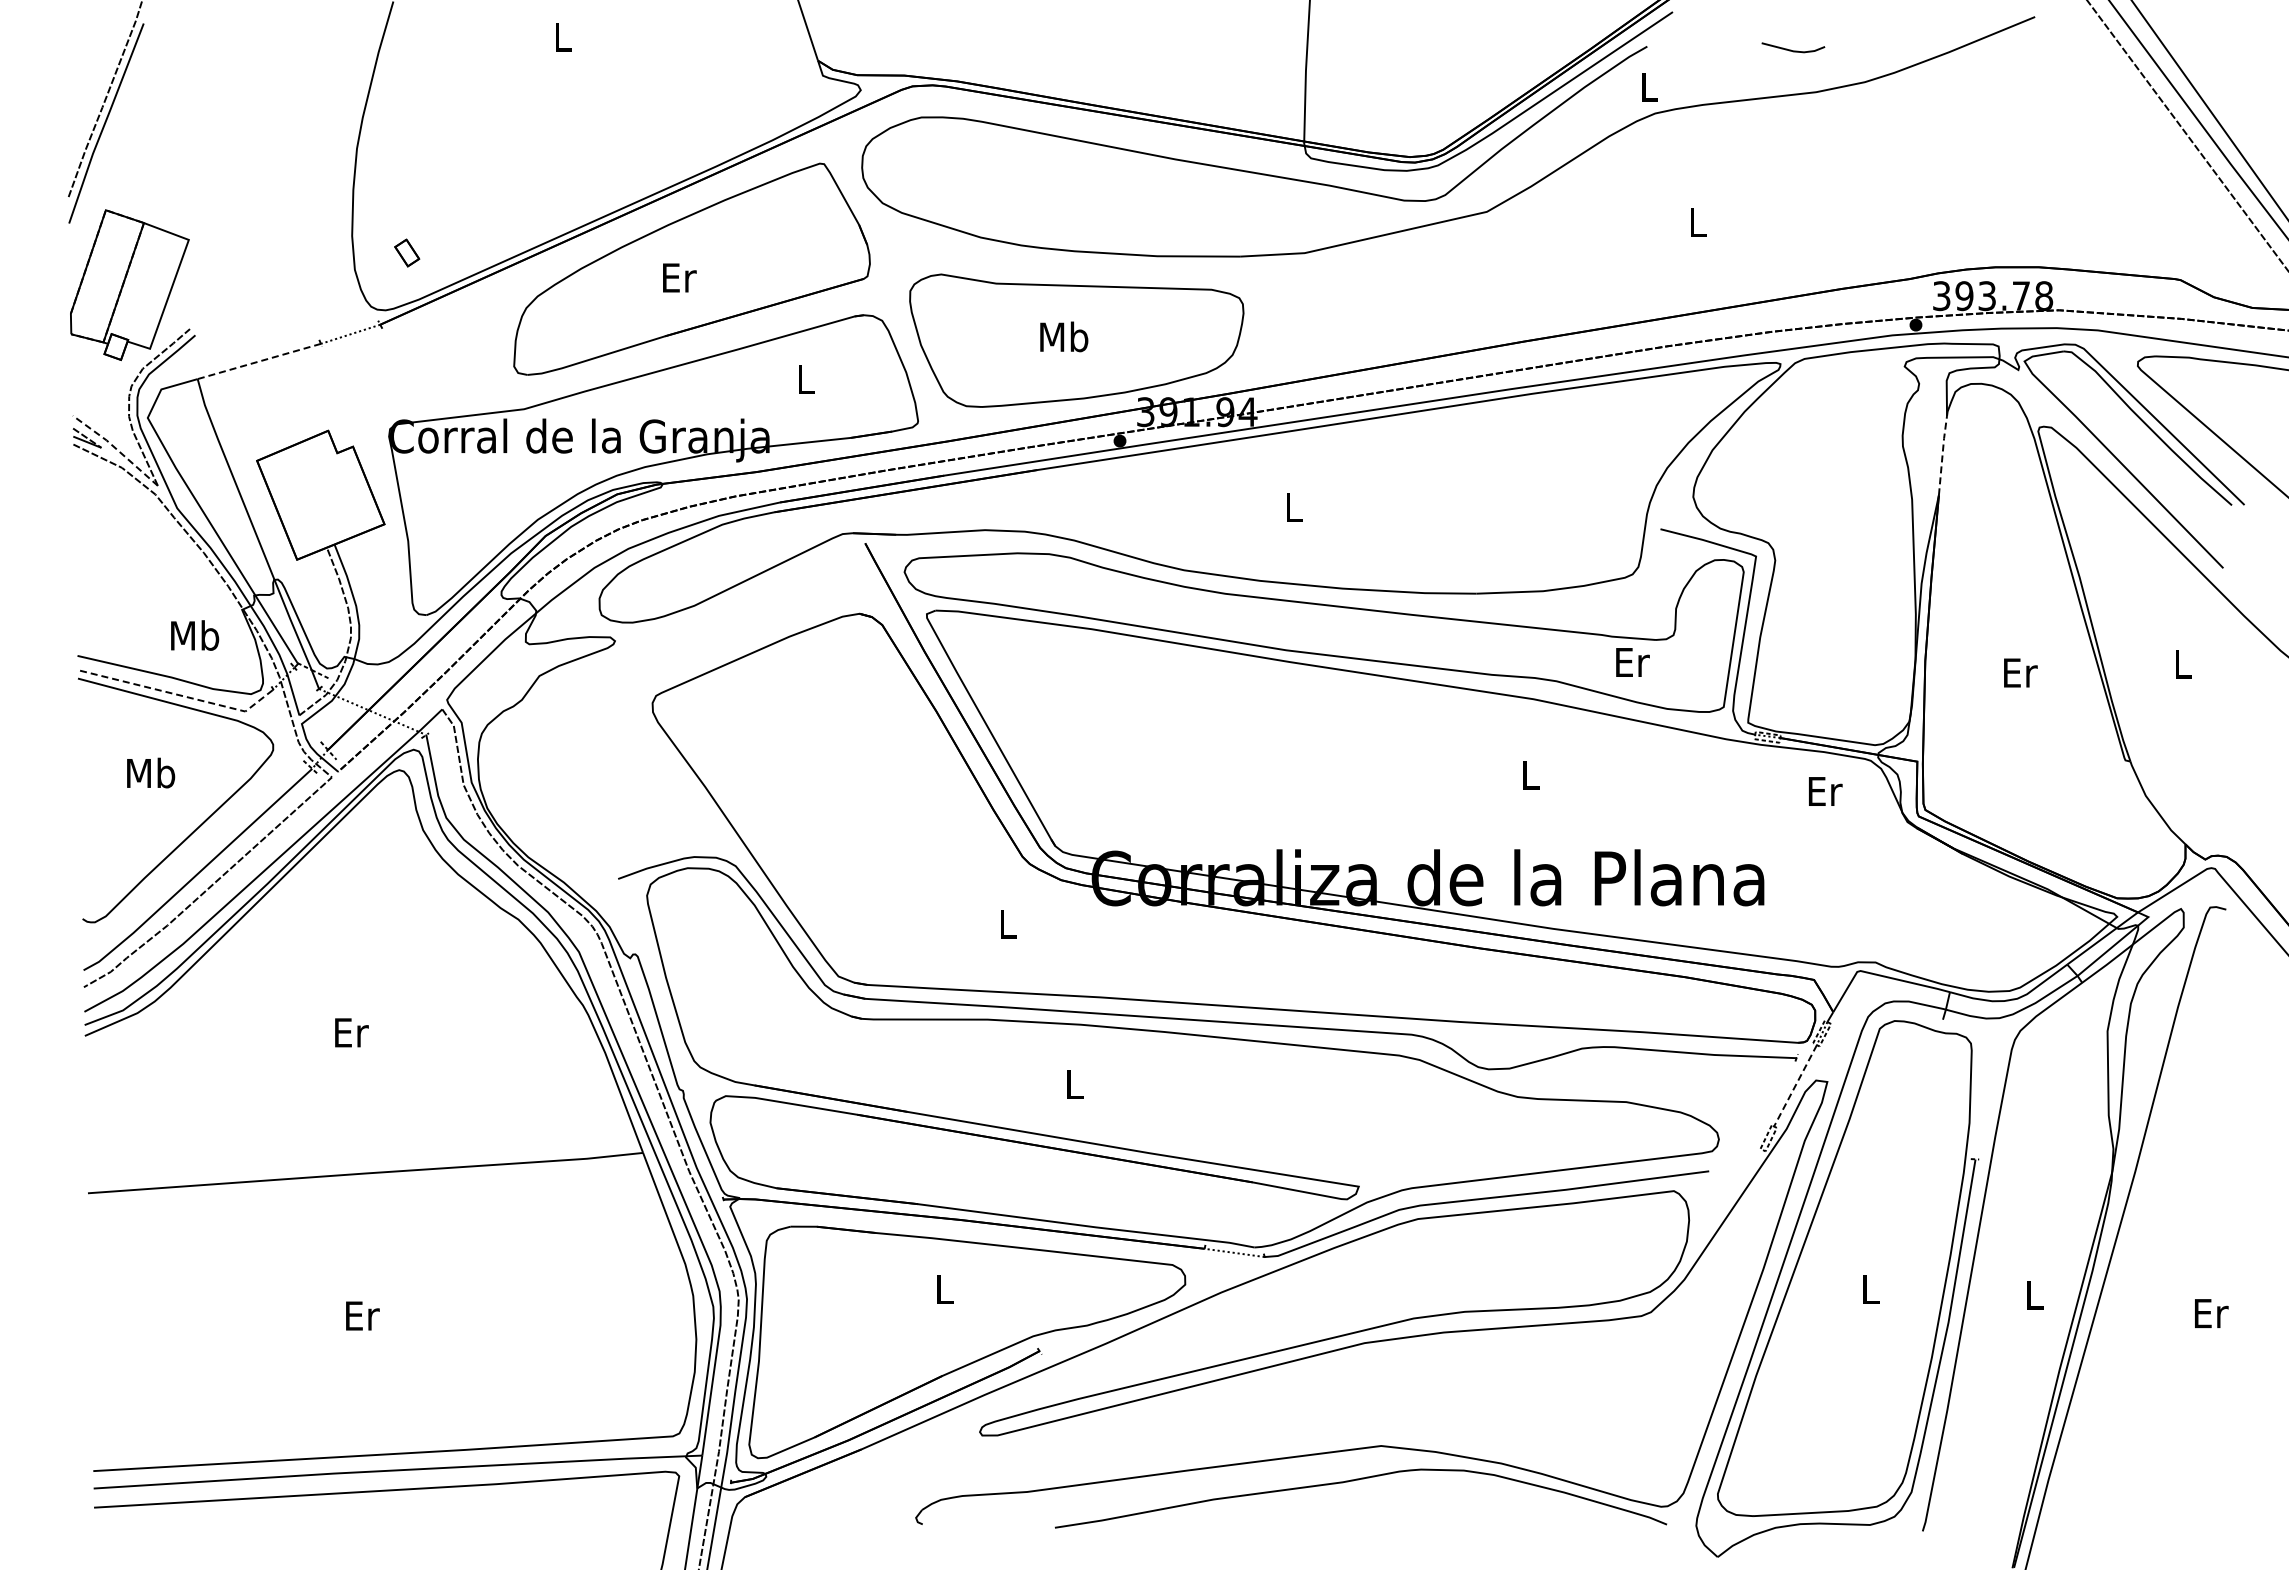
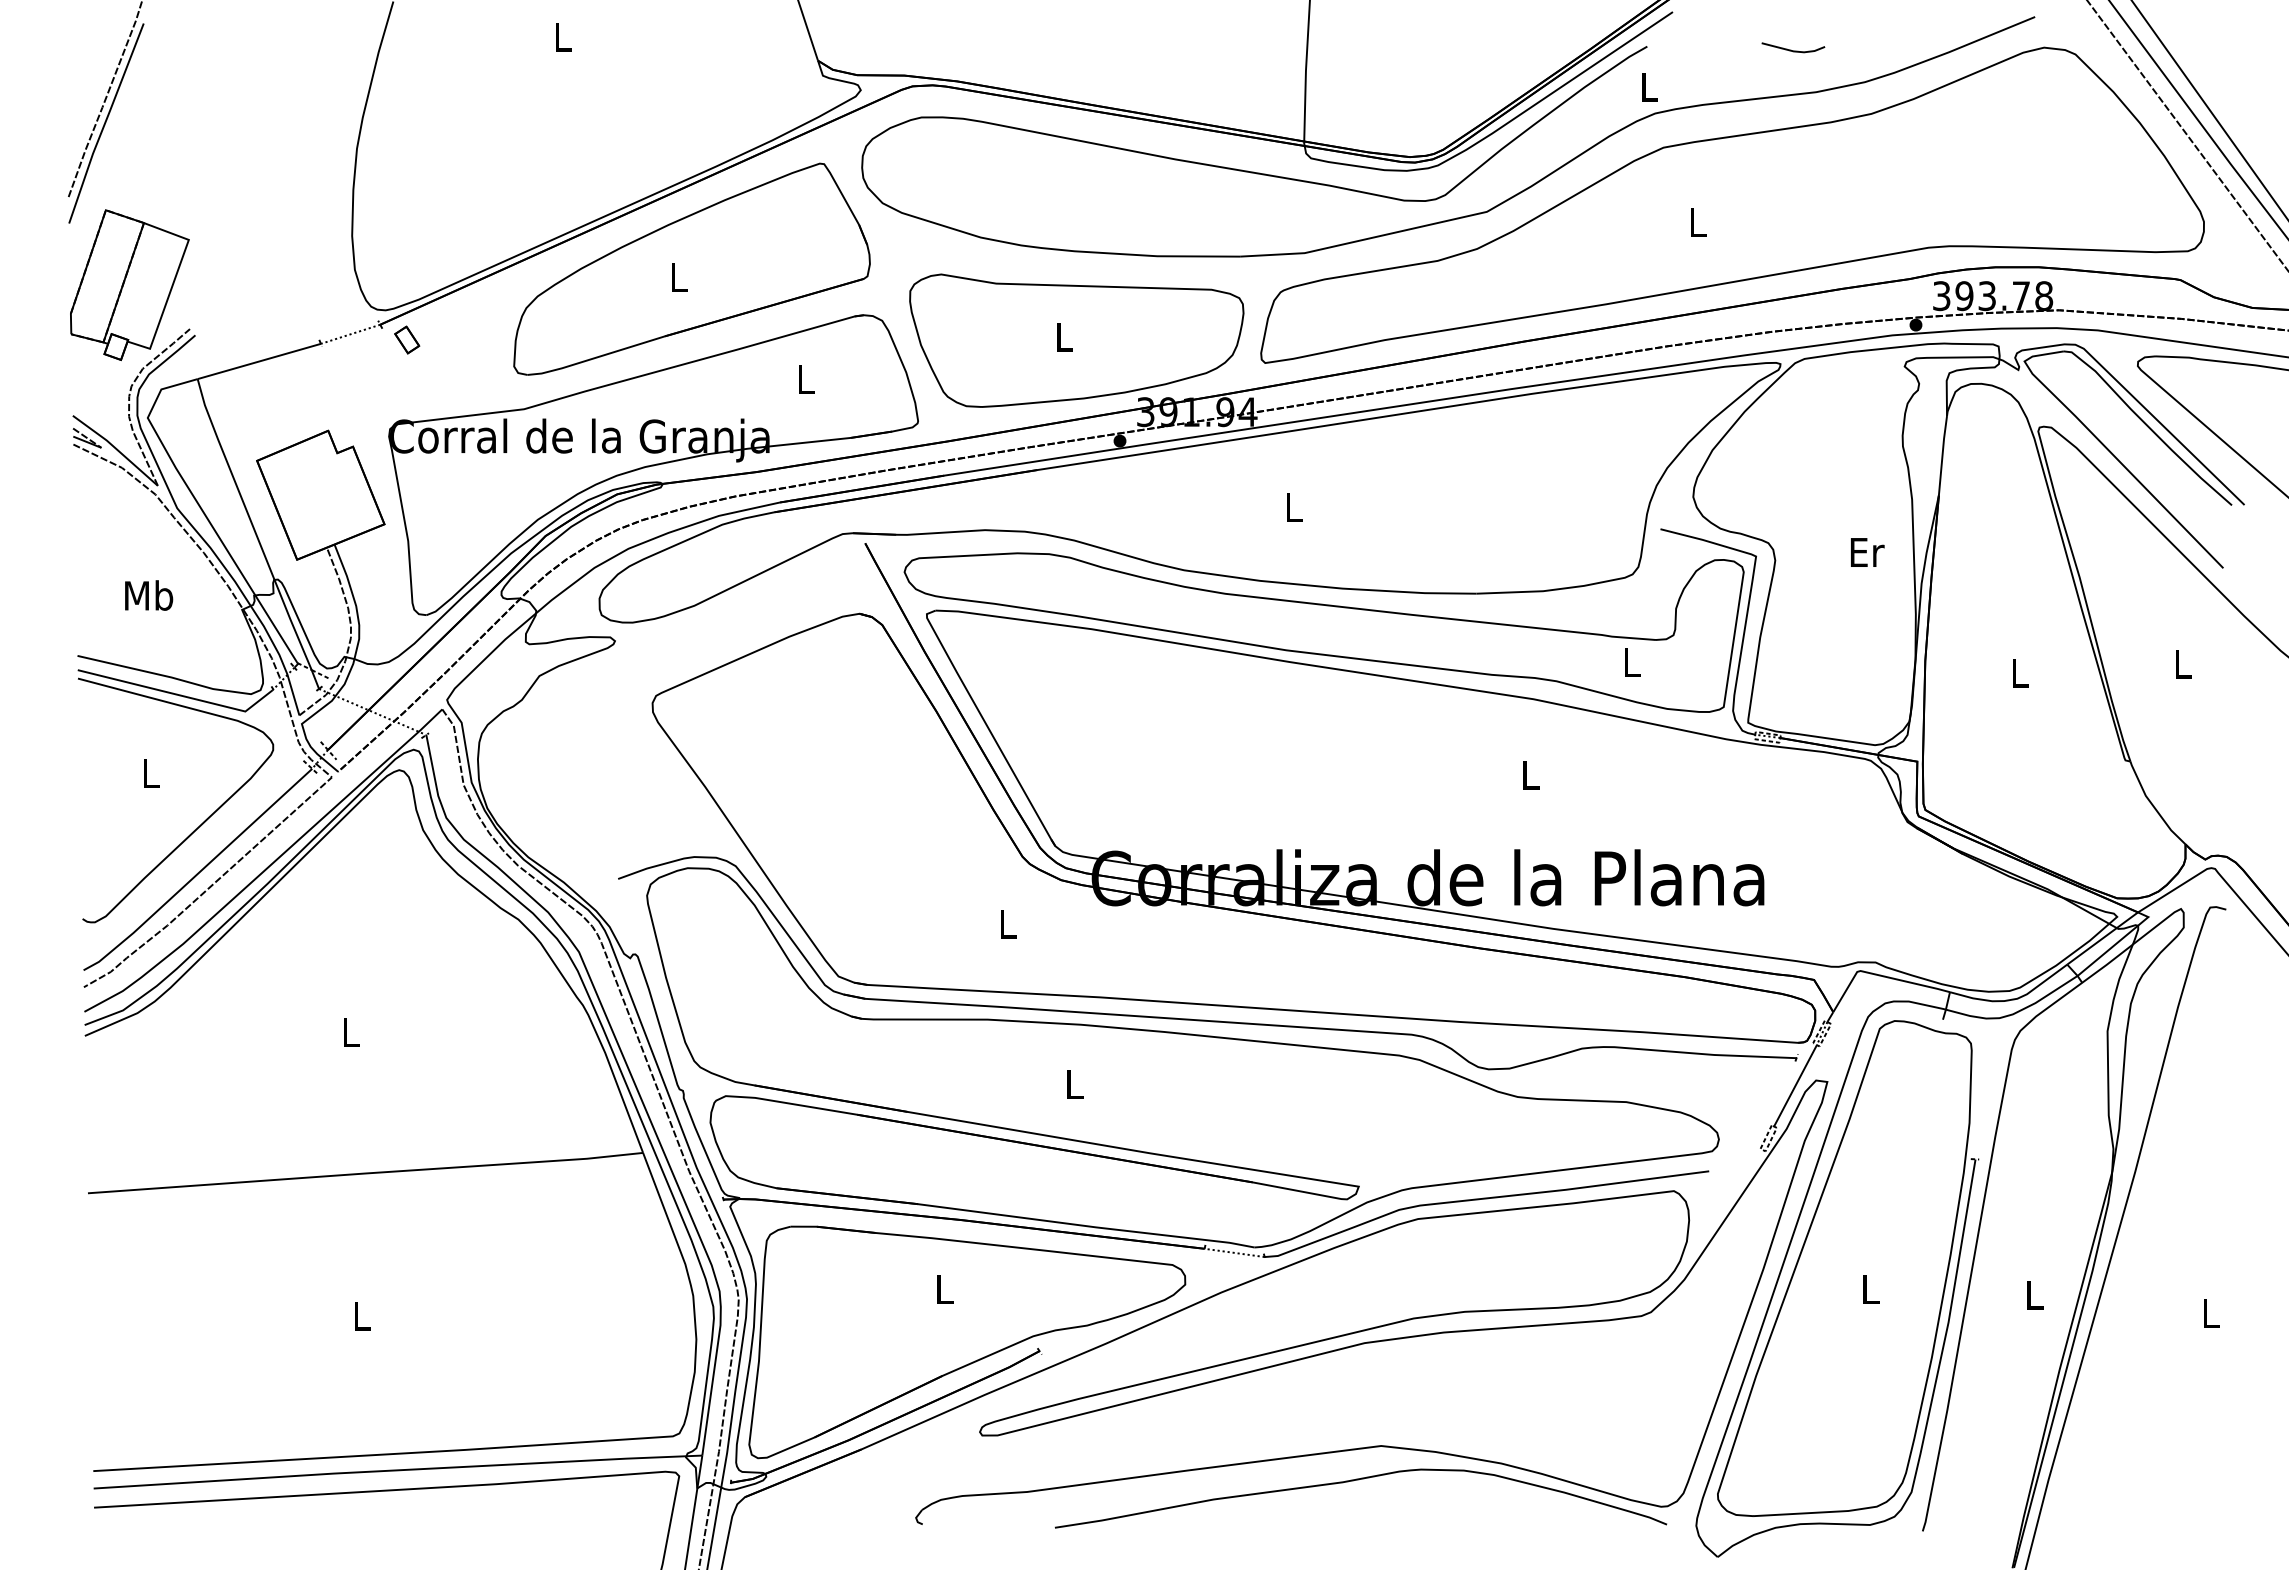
part at (1732, 204): none -> present
part at (407, 252) position: (407, 252) -> (407, 339)
text at (679, 277): Er -> L
text at (1064, 336): Mb -> L
line at (258, 361): dashed -> solid
line at (116, 448): dashed -> solid
line at (1942, 454): dashed -> solid
text at (195, 635) position: (195, 635) -> (149, 595)
text at (1632, 662): Er -> L
text at (2020, 672): Er -> L
line at (178, 695): dashed -> solid
text at (151, 772): Mb -> L
text at (1825, 791) position: (1825, 791) -> (1867, 552)
text at (351, 1032): Er -> L
line at (1795, 1085): dashed -> solid
text at (2211, 1313): Er -> L
text at (362, 1315): Er -> L
